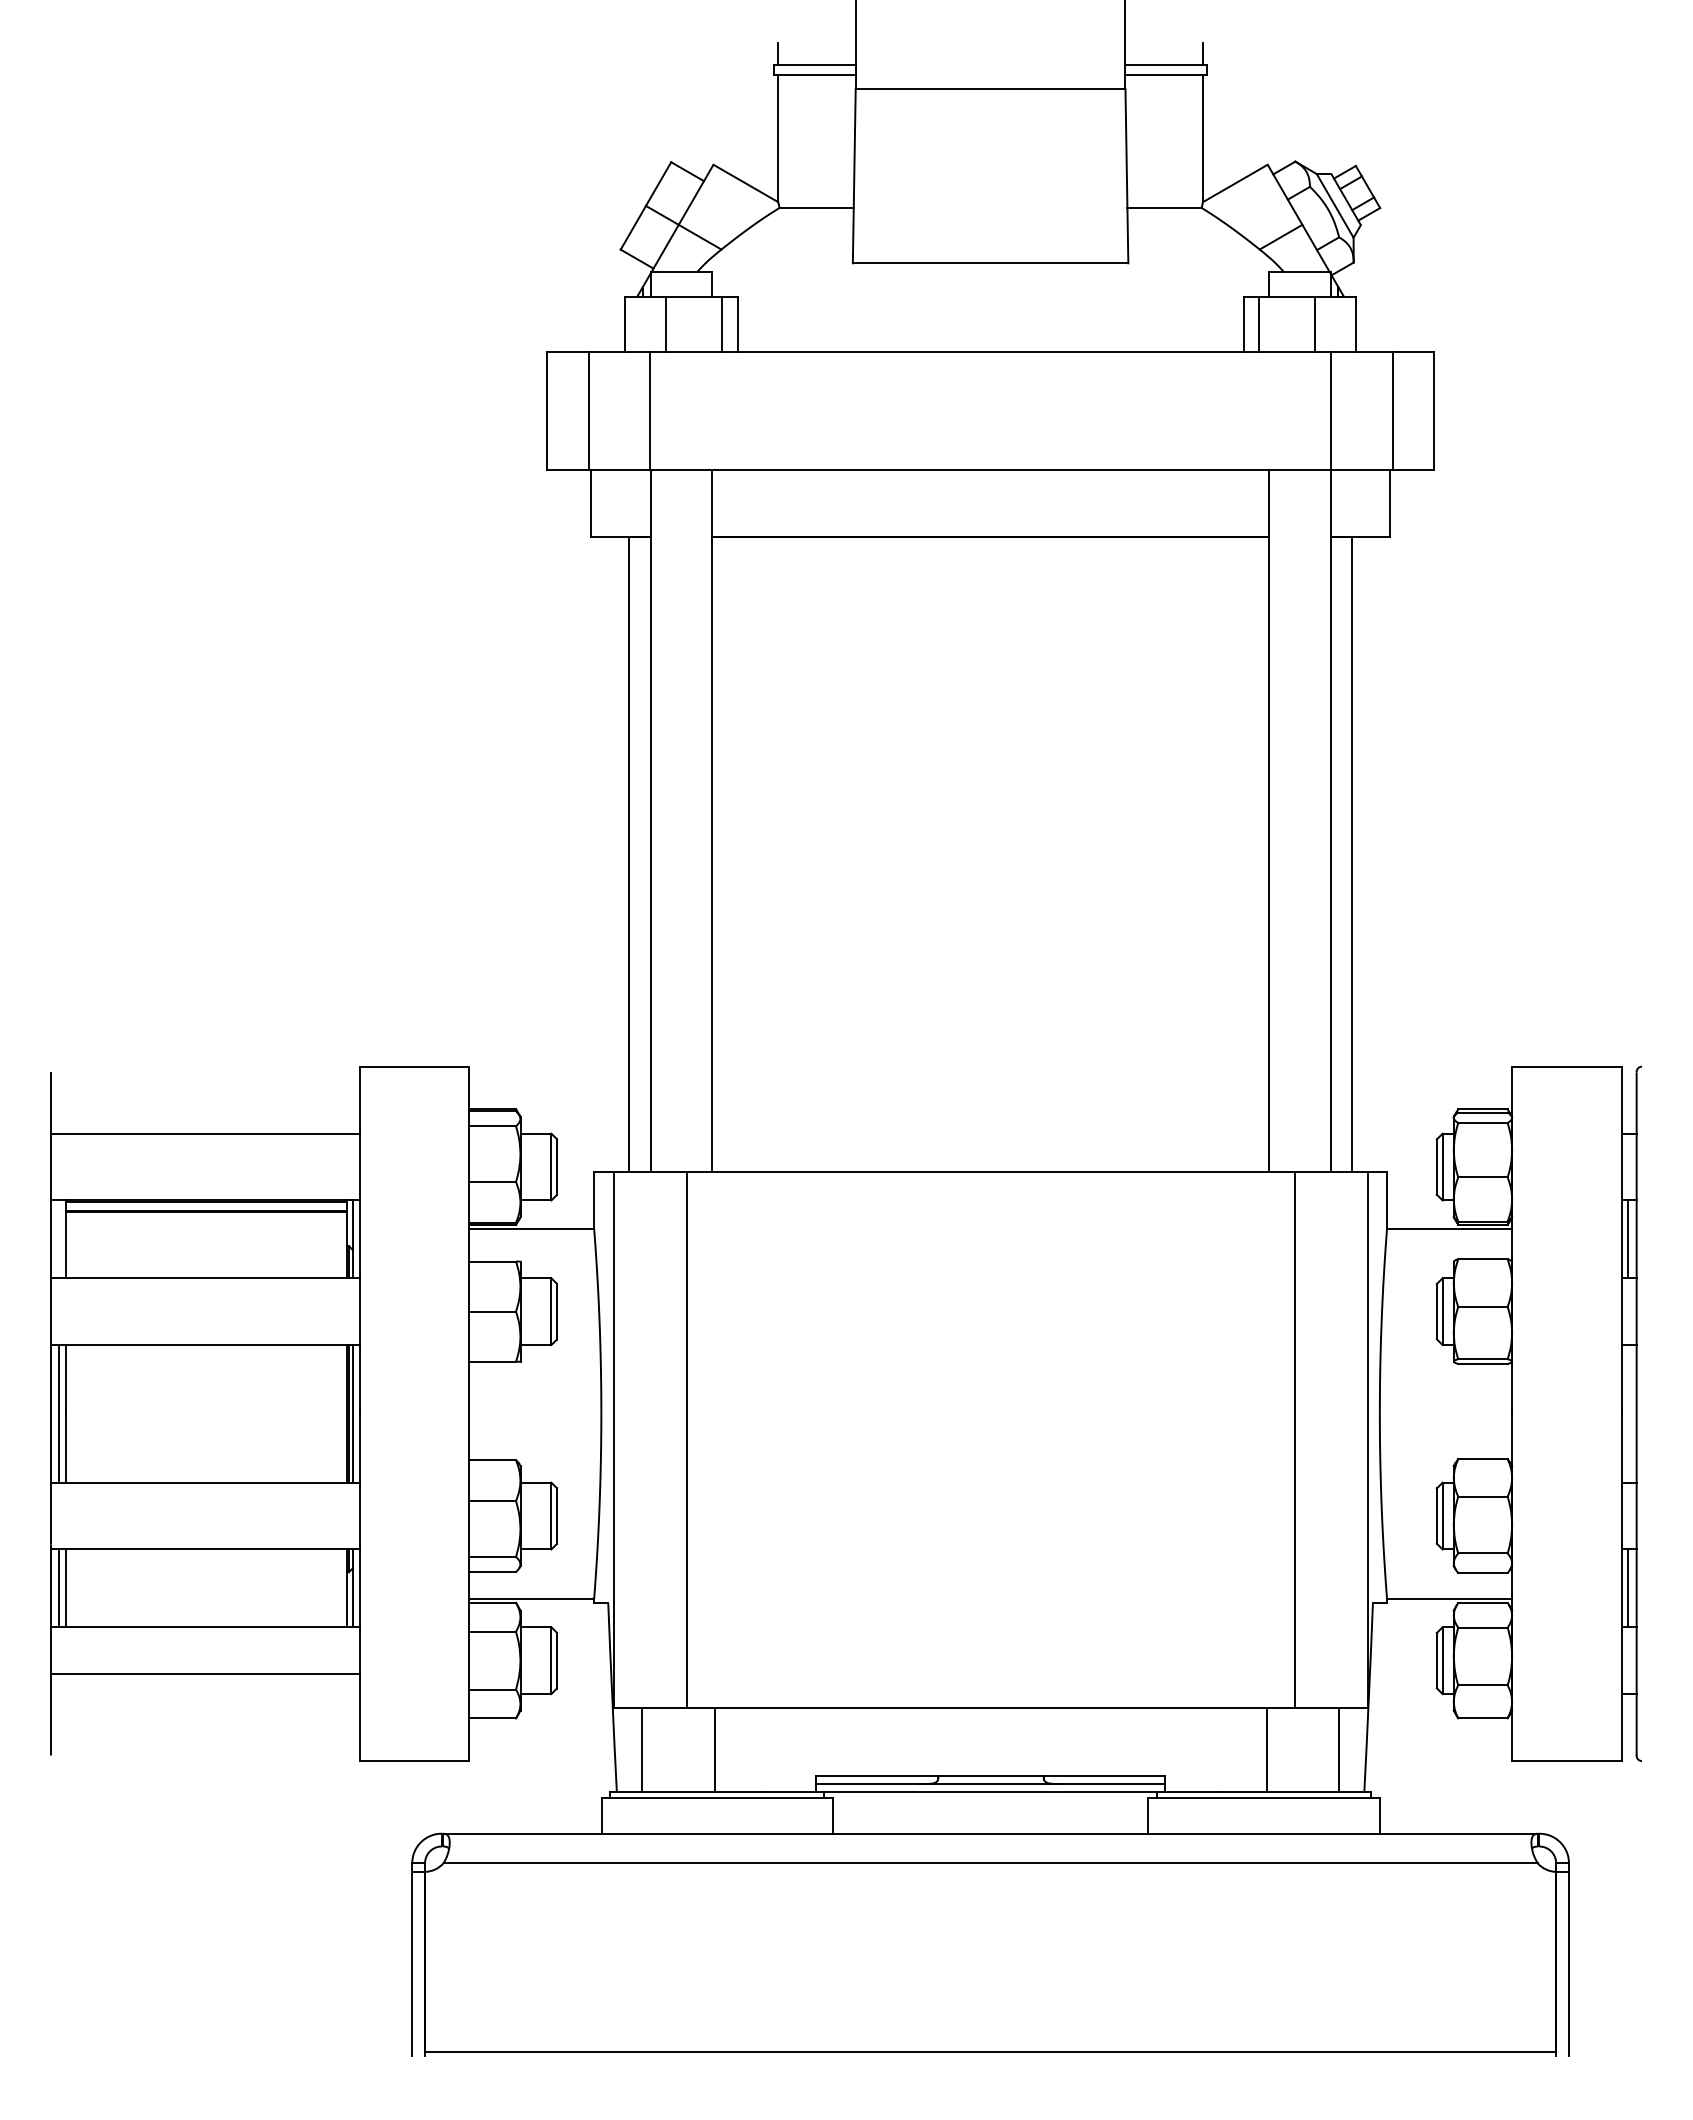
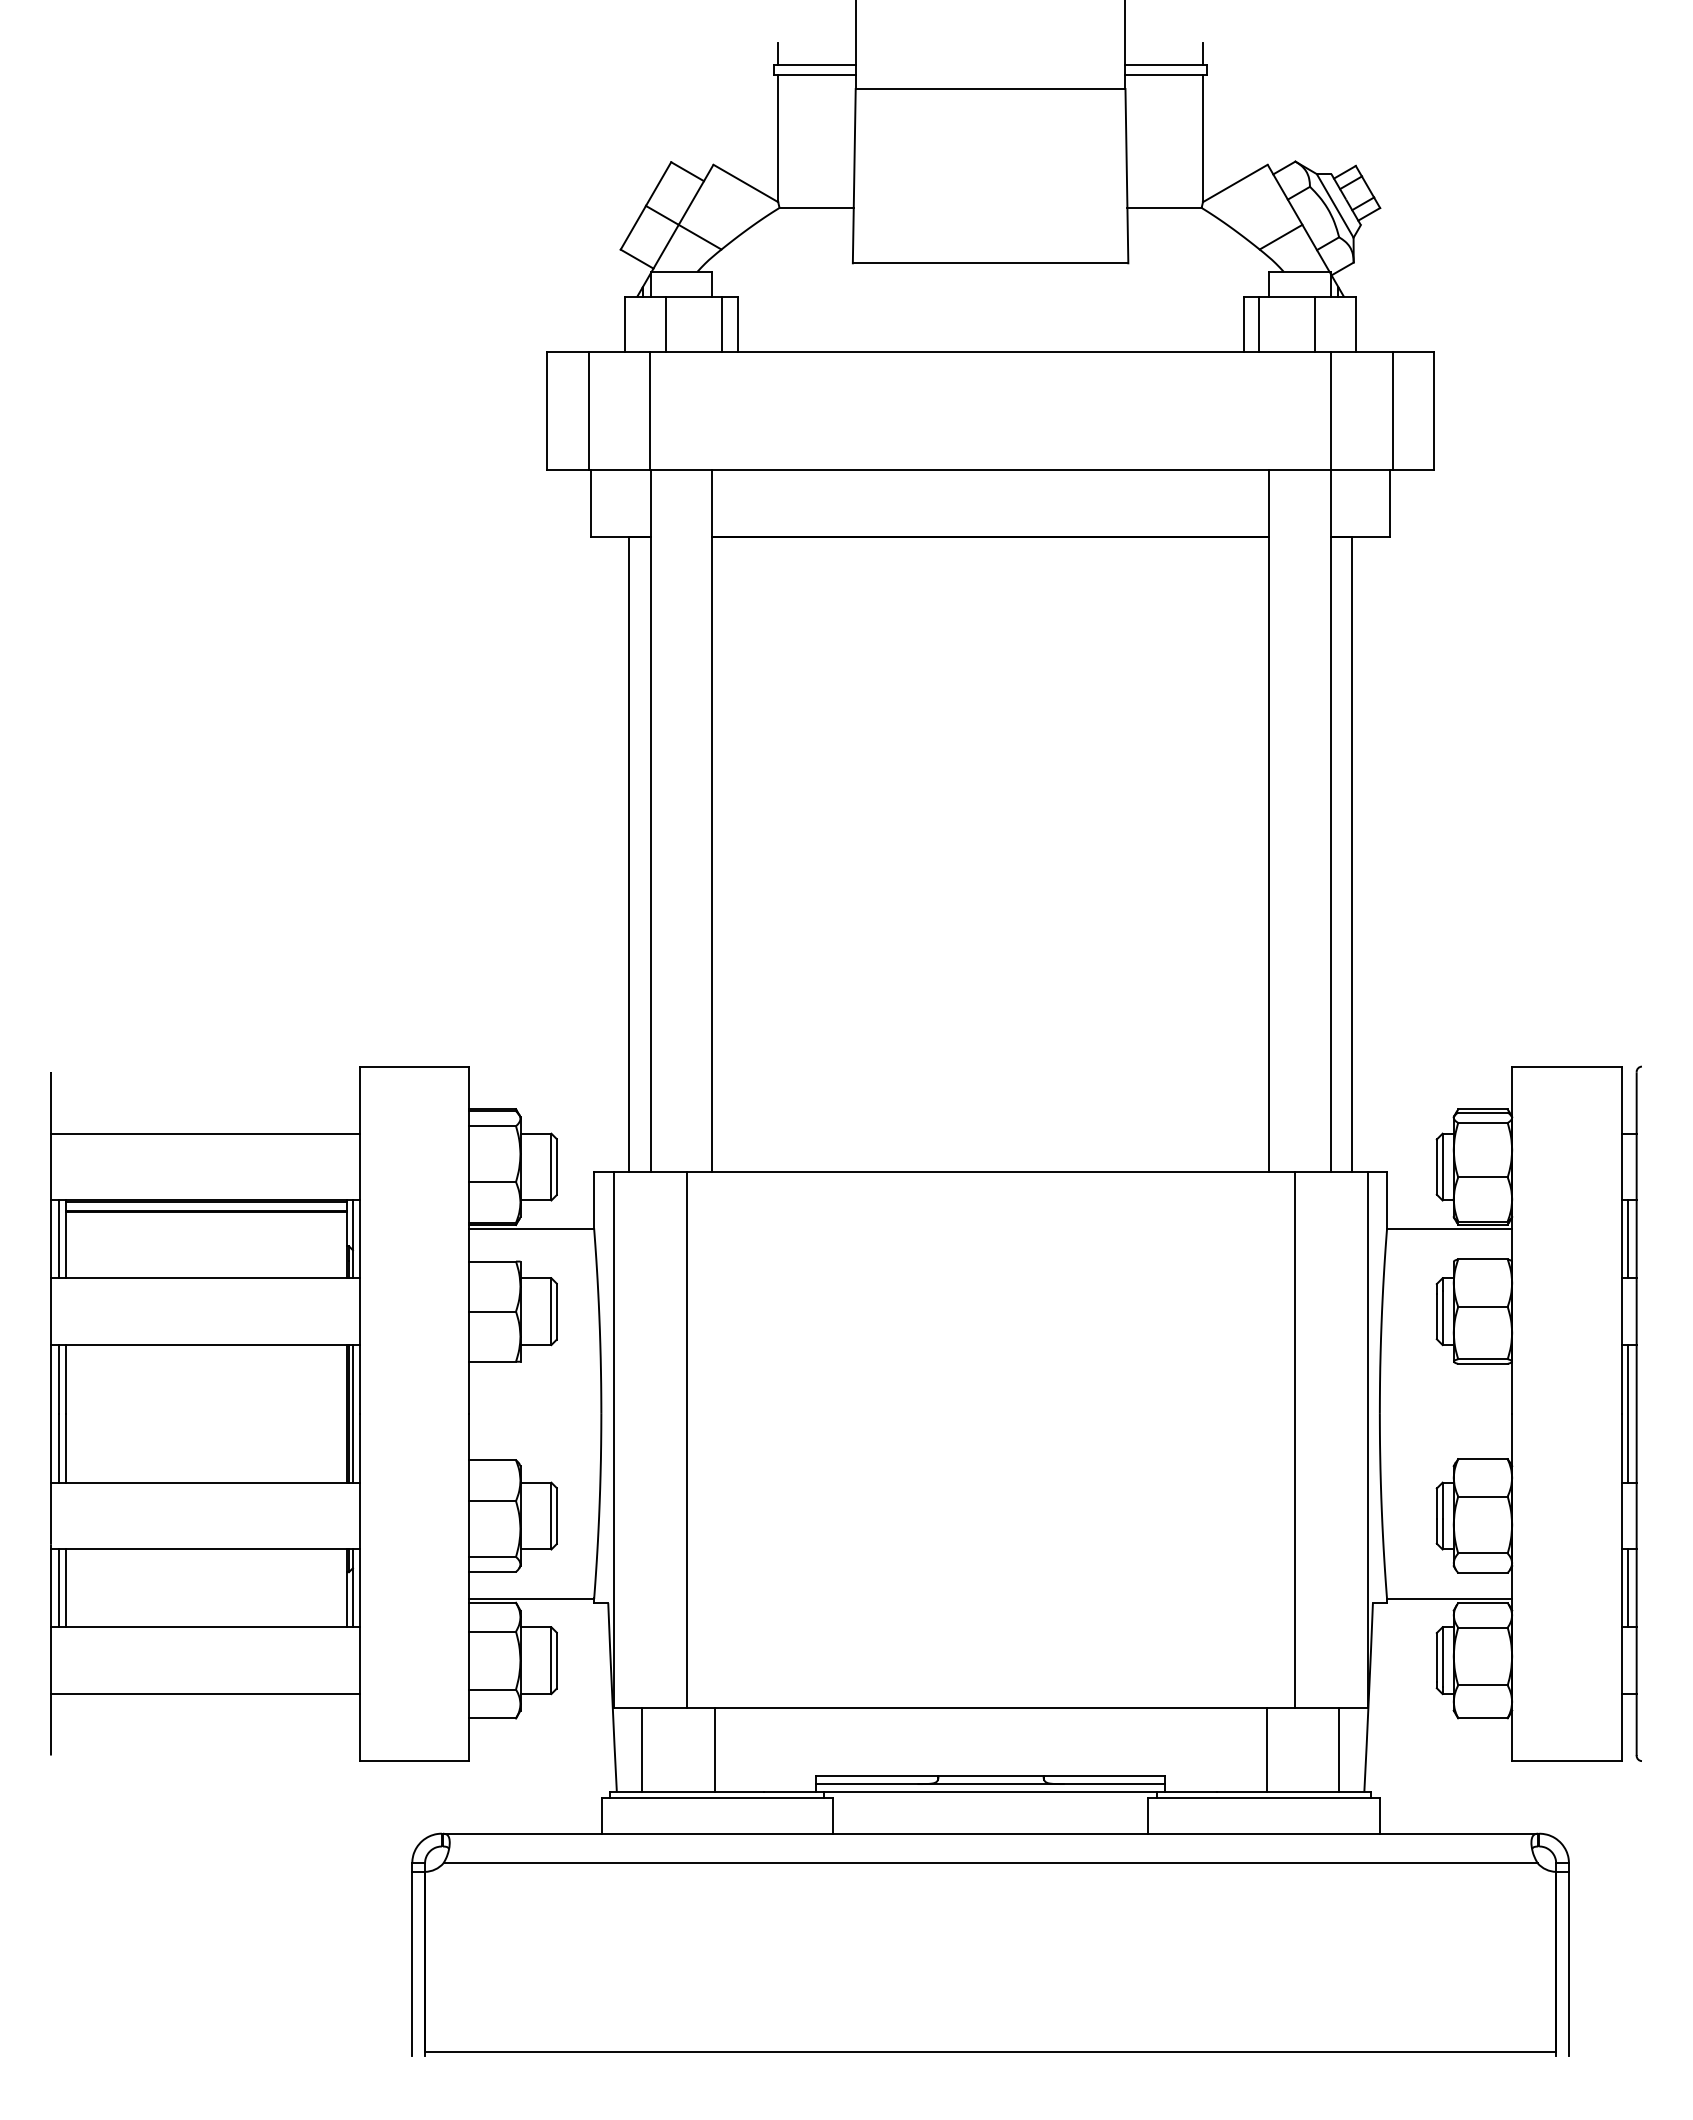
line at (59, 1239): none -> present
line at (1628, 1413): none -> present
line at (205, 1674) position: (205, 1674) -> (205, 1694)
